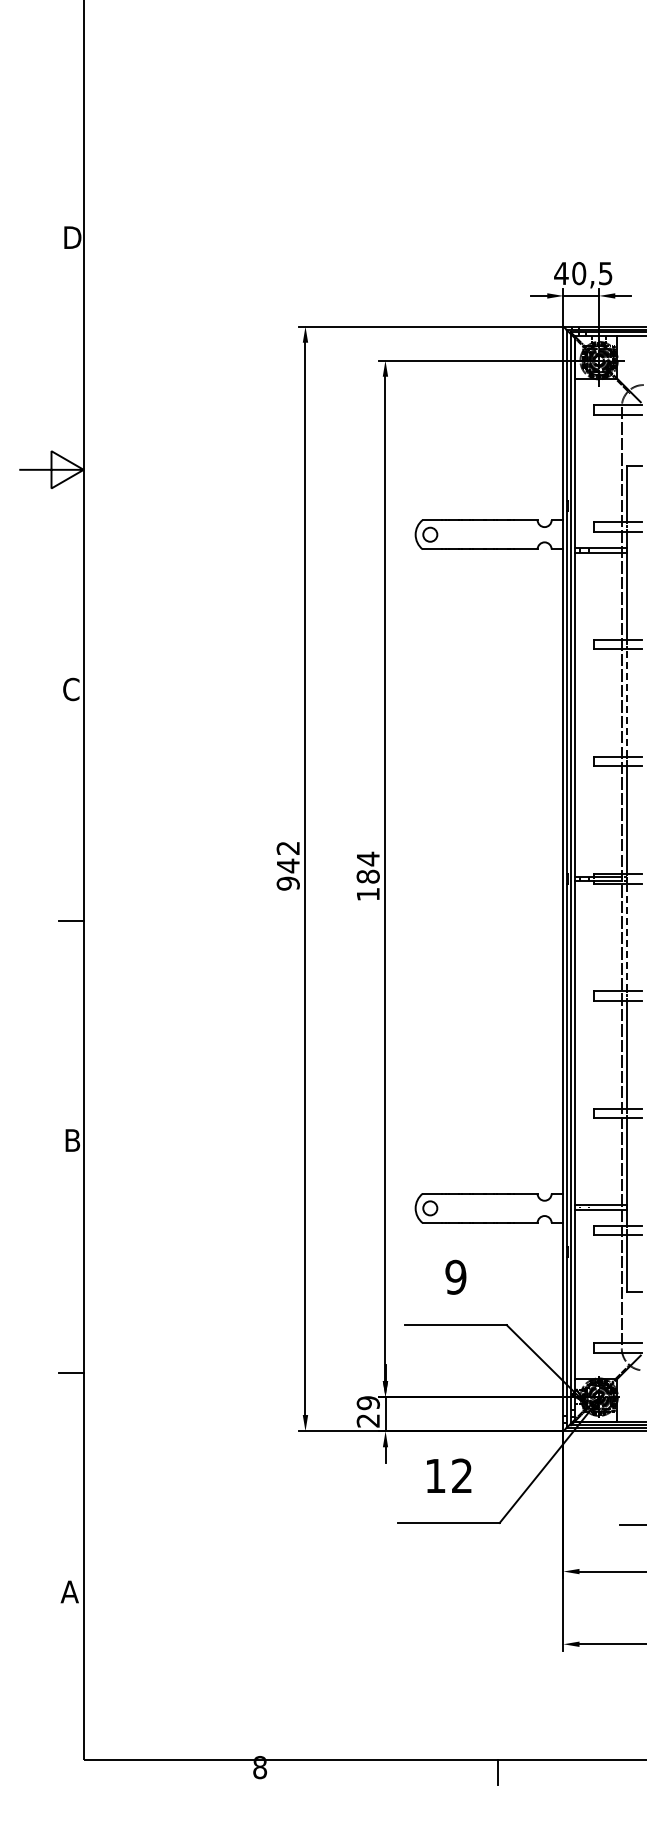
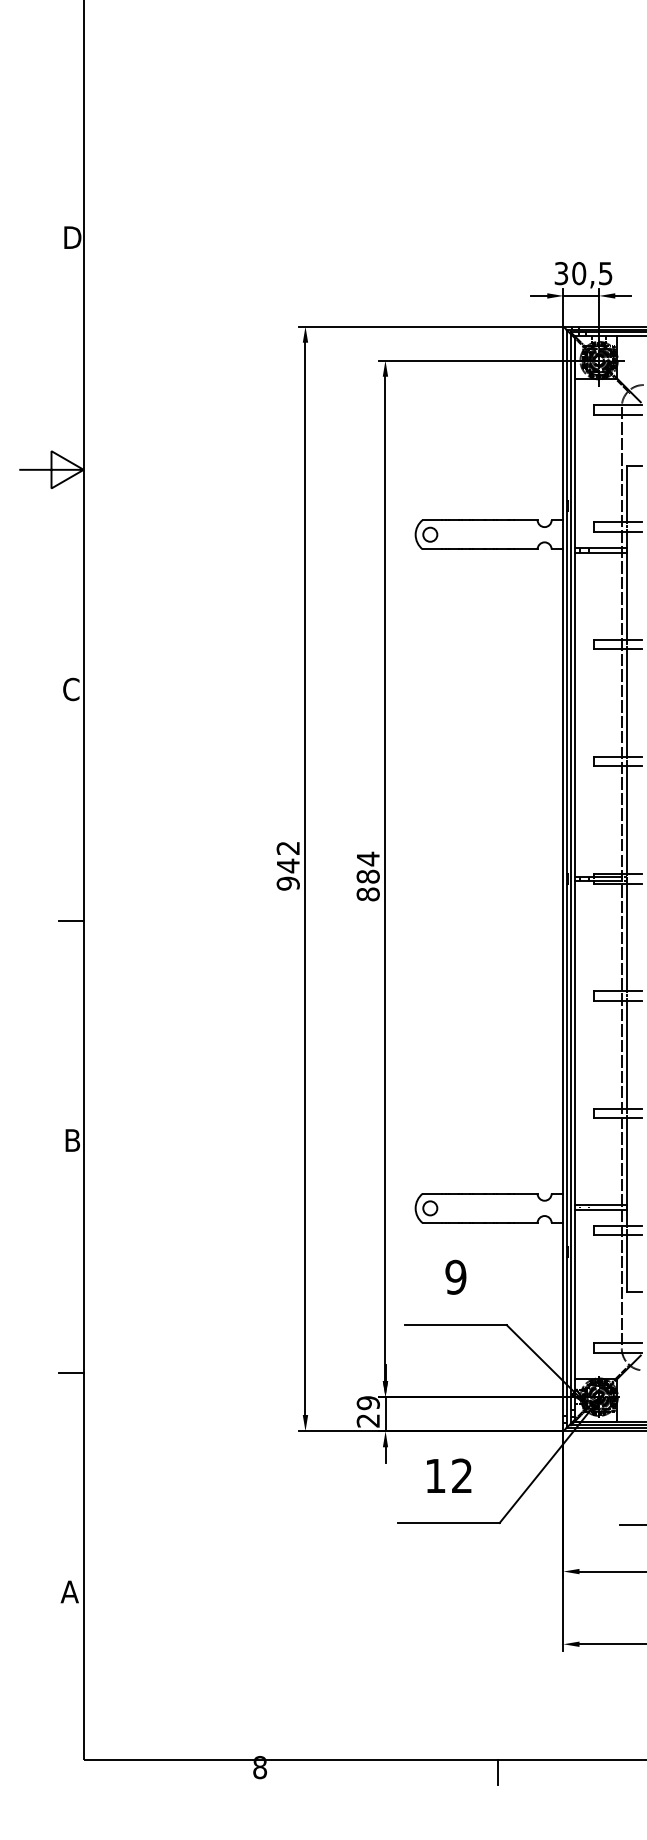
text at (561, 273): 40,5 -> 30,5
line at (626, 703): dashed -> solid
text at (367, 894): 184 -> 884
line at (626, 937): dashed -> solid
